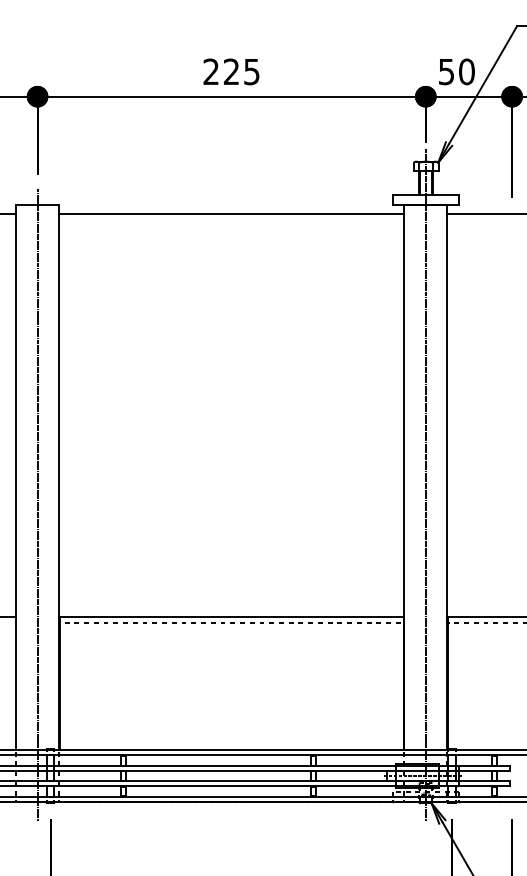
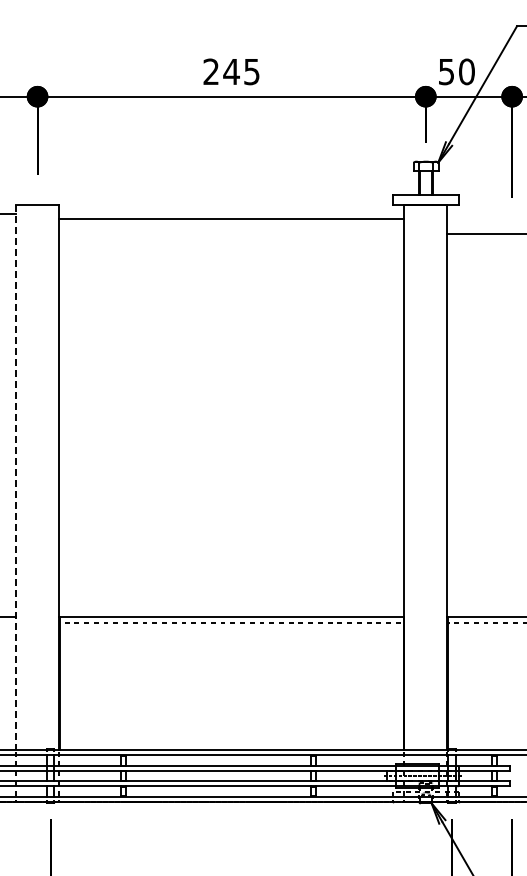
text at (231, 71): 225 -> 245
line at (231, 213) position: (231, 213) -> (231, 218)
line at (485, 213) position: (485, 213) -> (485, 233)
line at (16, 478): solid -> dashed
line at (425, 484): present -> none
line at (37, 504): present -> none
